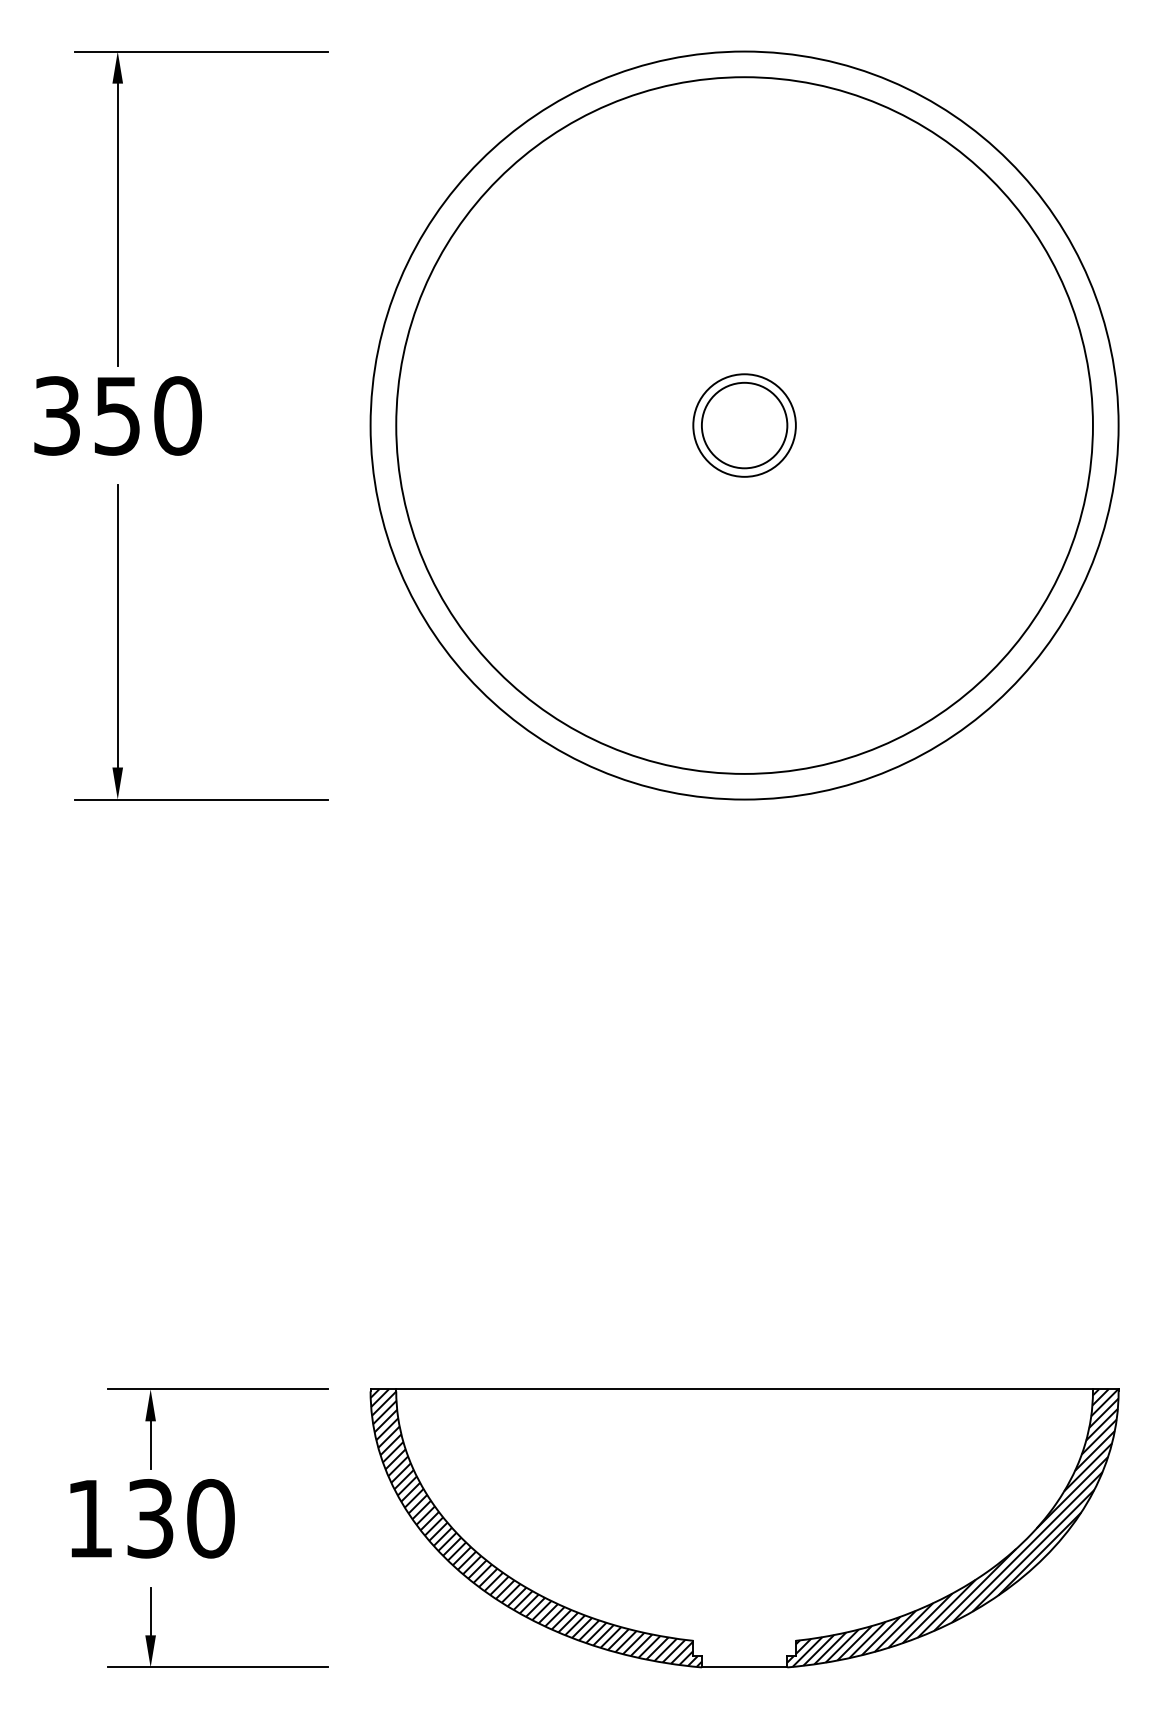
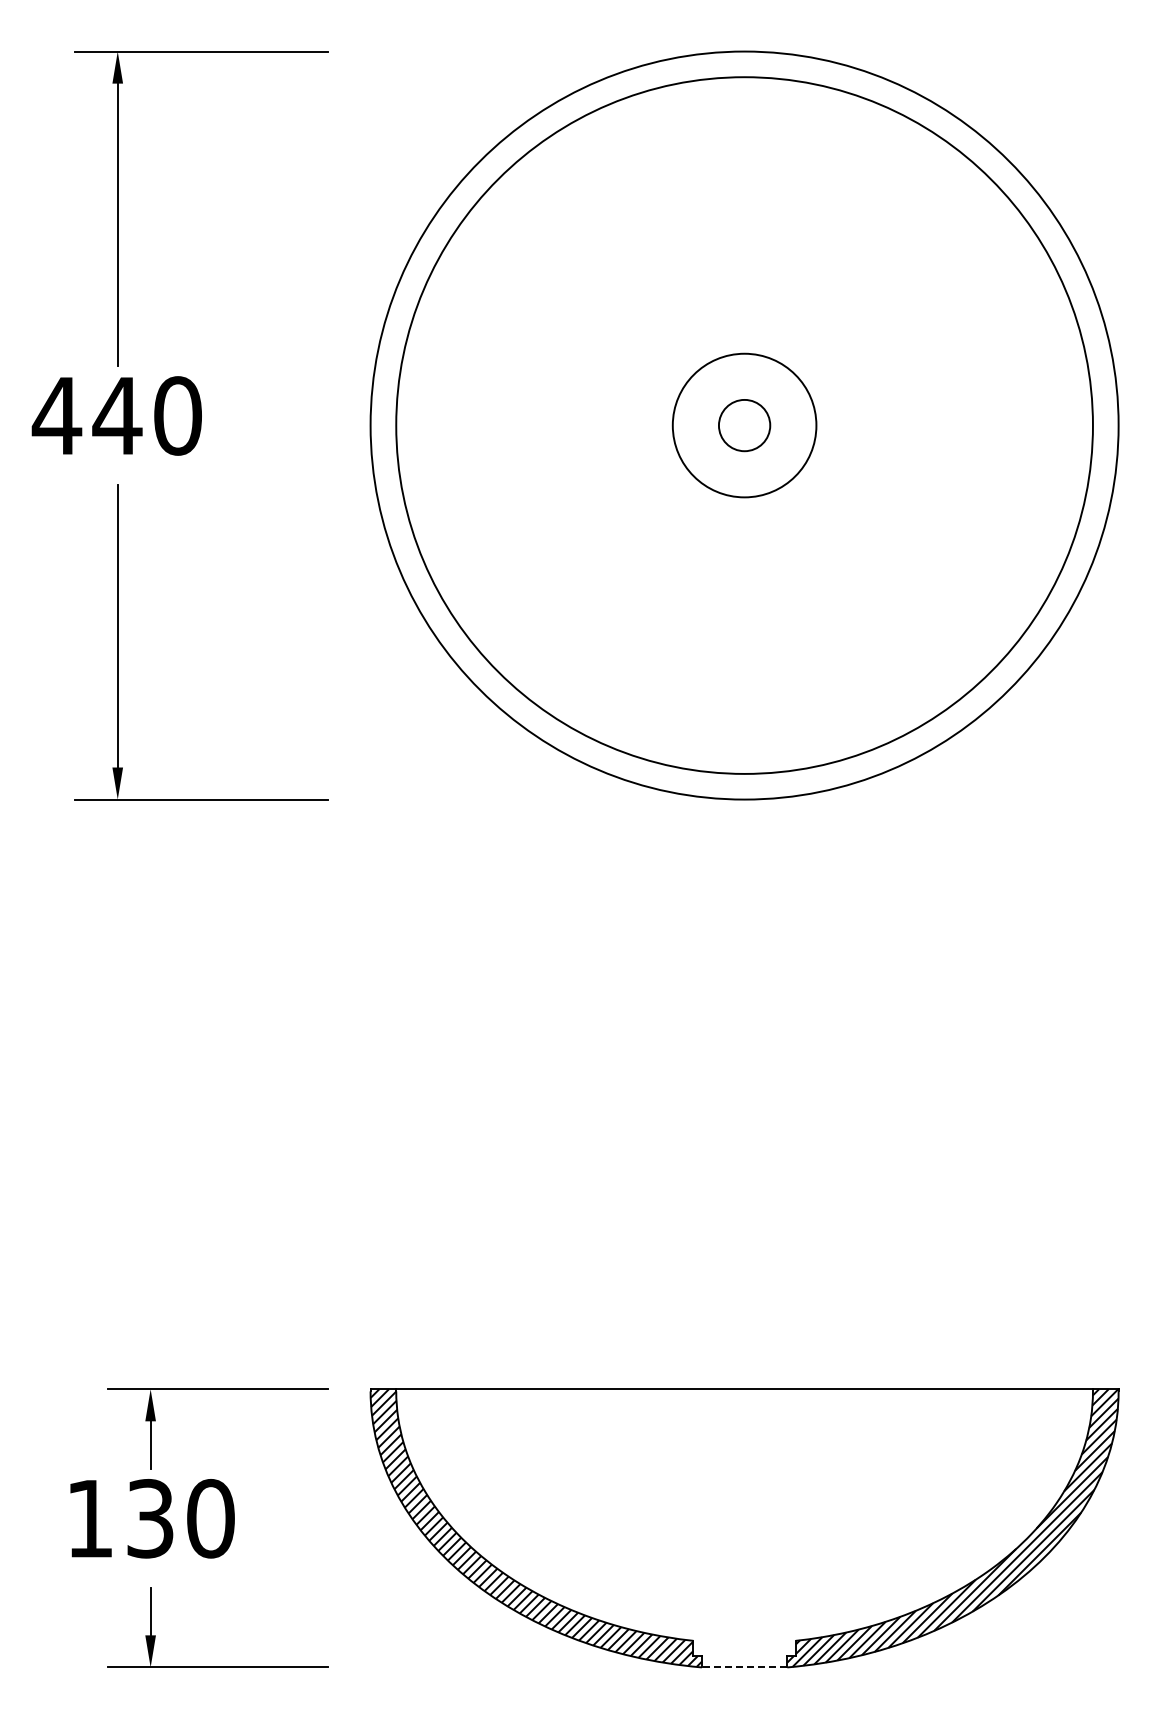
text at (86, 415): 350 -> 440
circle at (744, 425) diameter: 103 px -> 144 px
circle at (744, 425) diameter: 85 px -> 51 px
line at (744, 1667): solid -> dashed
